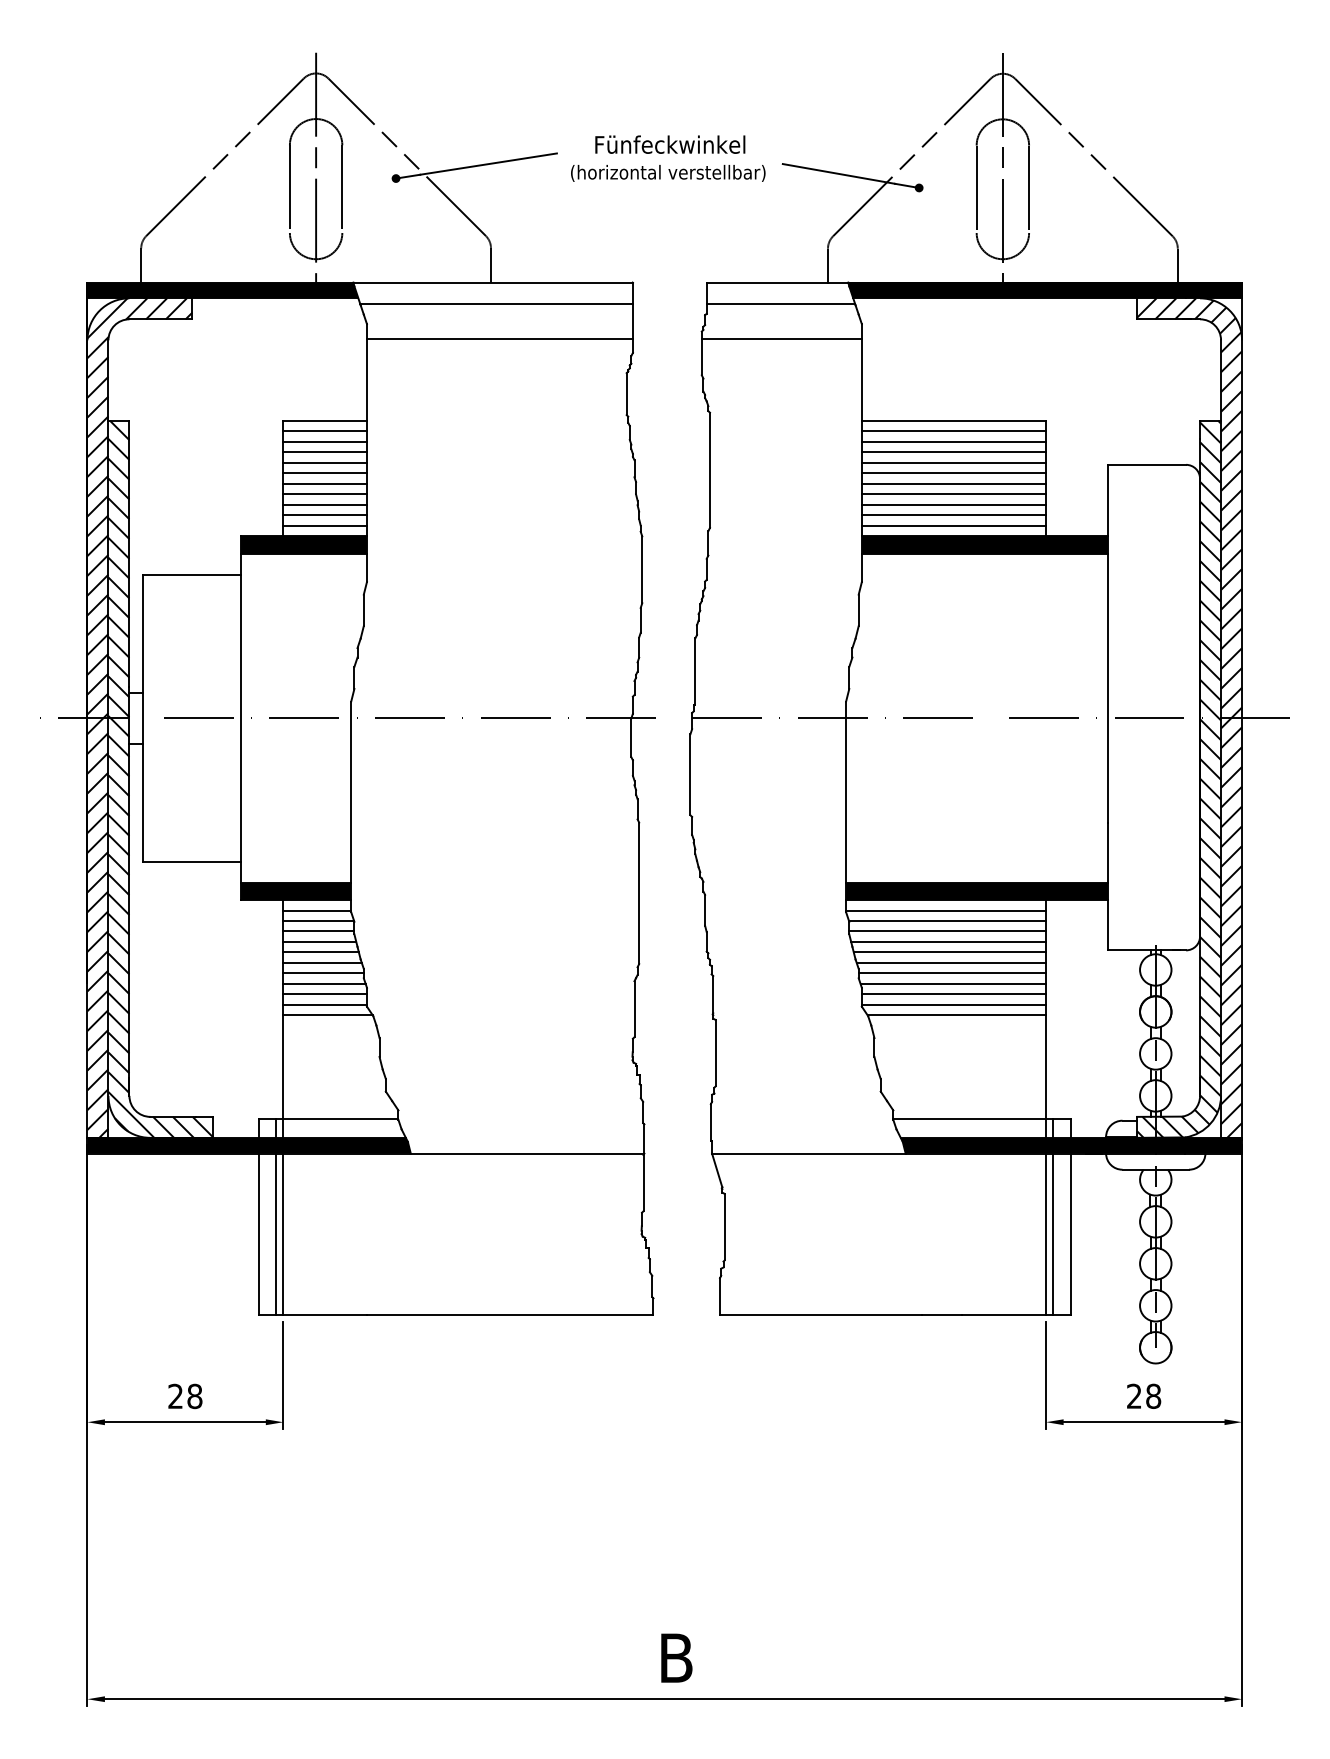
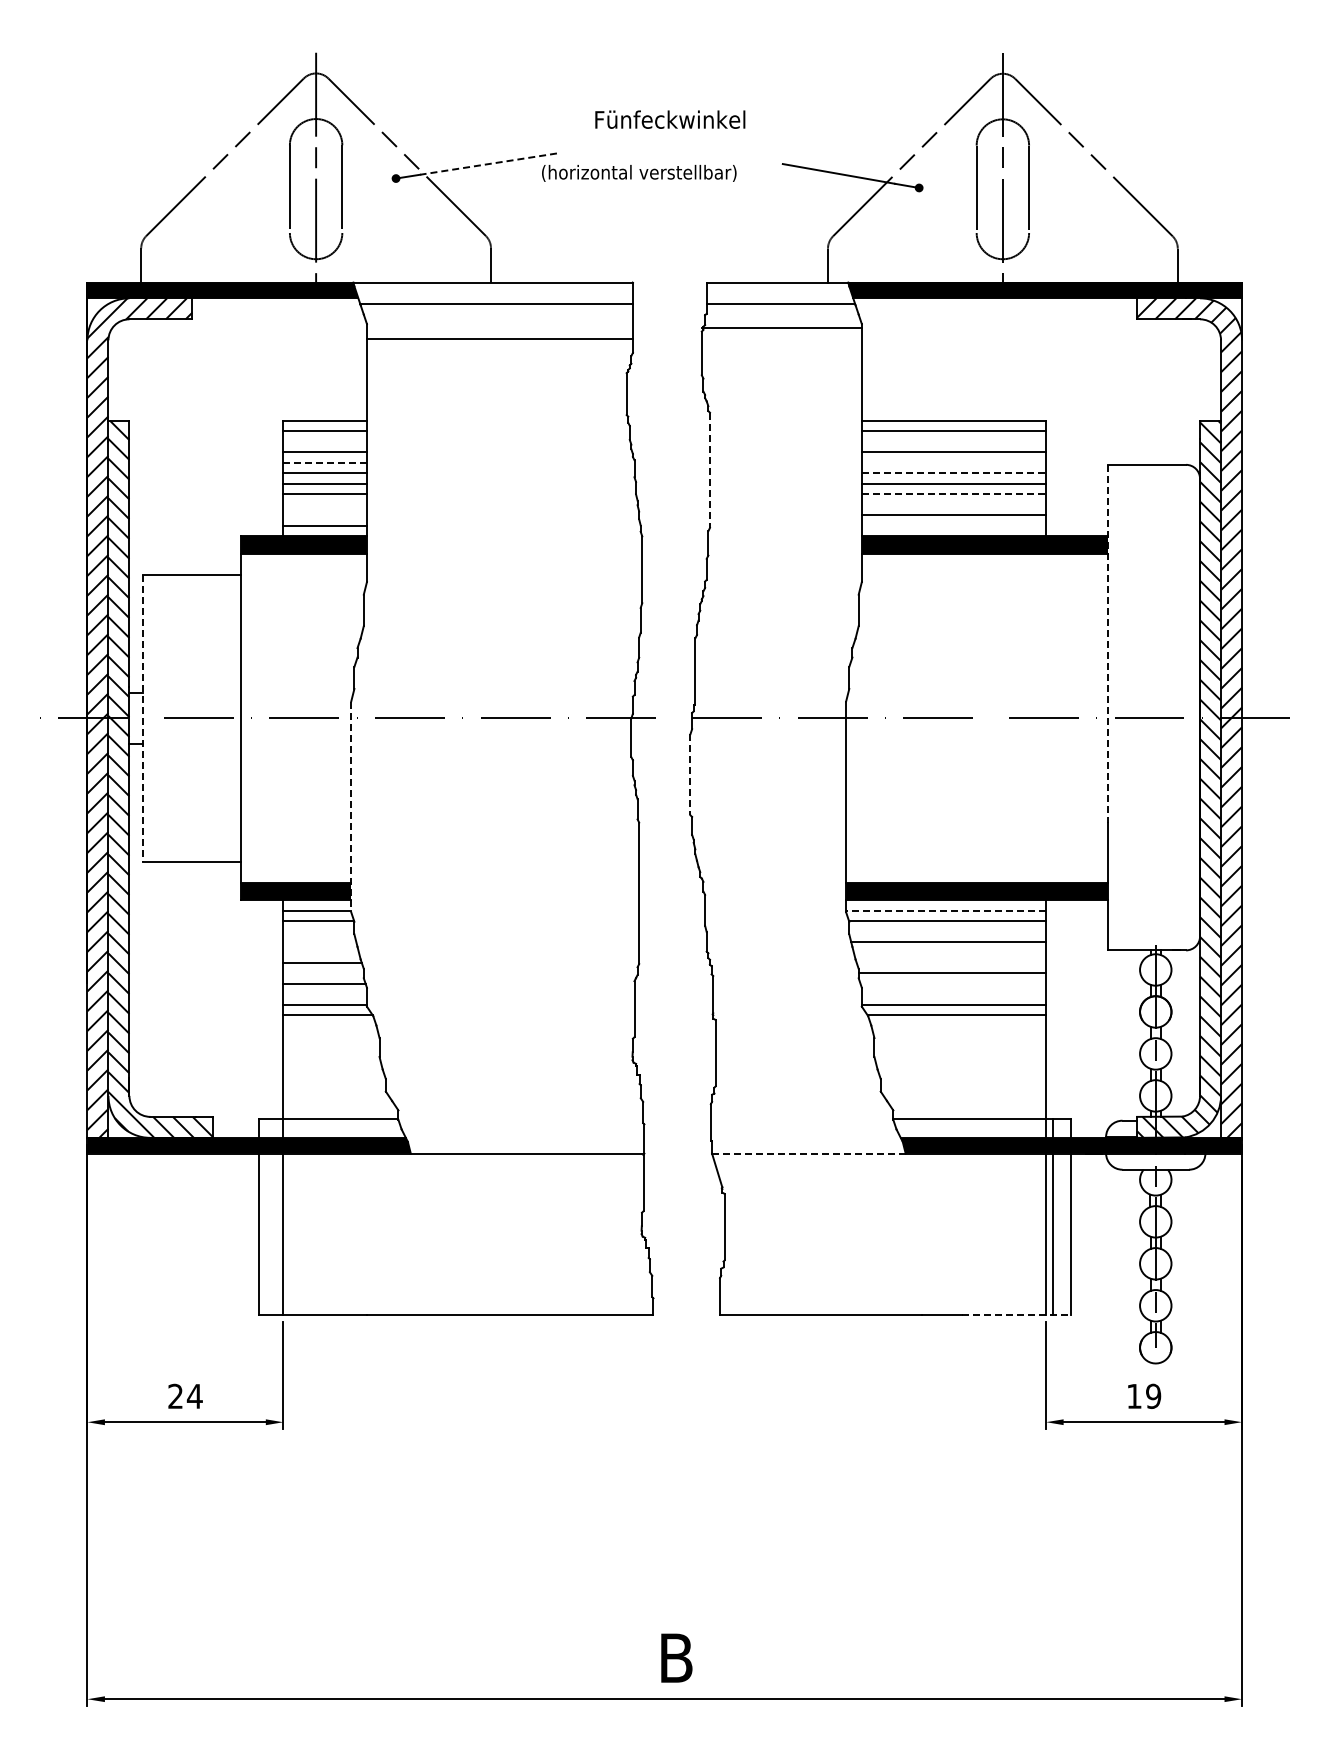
text at (670, 144) position: (670, 144) -> (670, 119)
line at (488, 164): solid -> dashed
text at (668, 173) position: (668, 173) -> (639, 173)
line at (781, 338) position: (781, 338) -> (781, 327)
line at (324, 441): present -> none
line at (953, 441): present -> none
line at (325, 462): solid -> dashed
line at (953, 462): present -> none
line at (709, 470): solid -> dashed
line at (954, 473): solid -> dashed
line at (954, 494): solid -> dashed
line at (324, 504): present -> none
line at (953, 504): present -> none
line at (324, 515): present -> none
line at (953, 525): present -> none
line at (1108, 644): solid -> dashed
line at (143, 718): solid -> dashed
line at (690, 774): solid -> dashed
line at (351, 807): solid -> dashed
line at (945, 910): solid -> dashed
line at (318, 931): present -> none
line at (947, 931): present -> none
line at (319, 941): present -> none
line at (320, 952): present -> none
line at (949, 952): present -> none
line at (951, 962): present -> none
line at (323, 973): present -> none
line at (953, 983): present -> none
line at (324, 994): present -> none
line at (953, 994): present -> none
line at (808, 1153): solid -> dashed
line at (276, 1216): present -> none
line at (1016, 1314): solid -> dashed
text at (1144, 1395): 28 -> 19
text at (194, 1396): 28 -> 24
